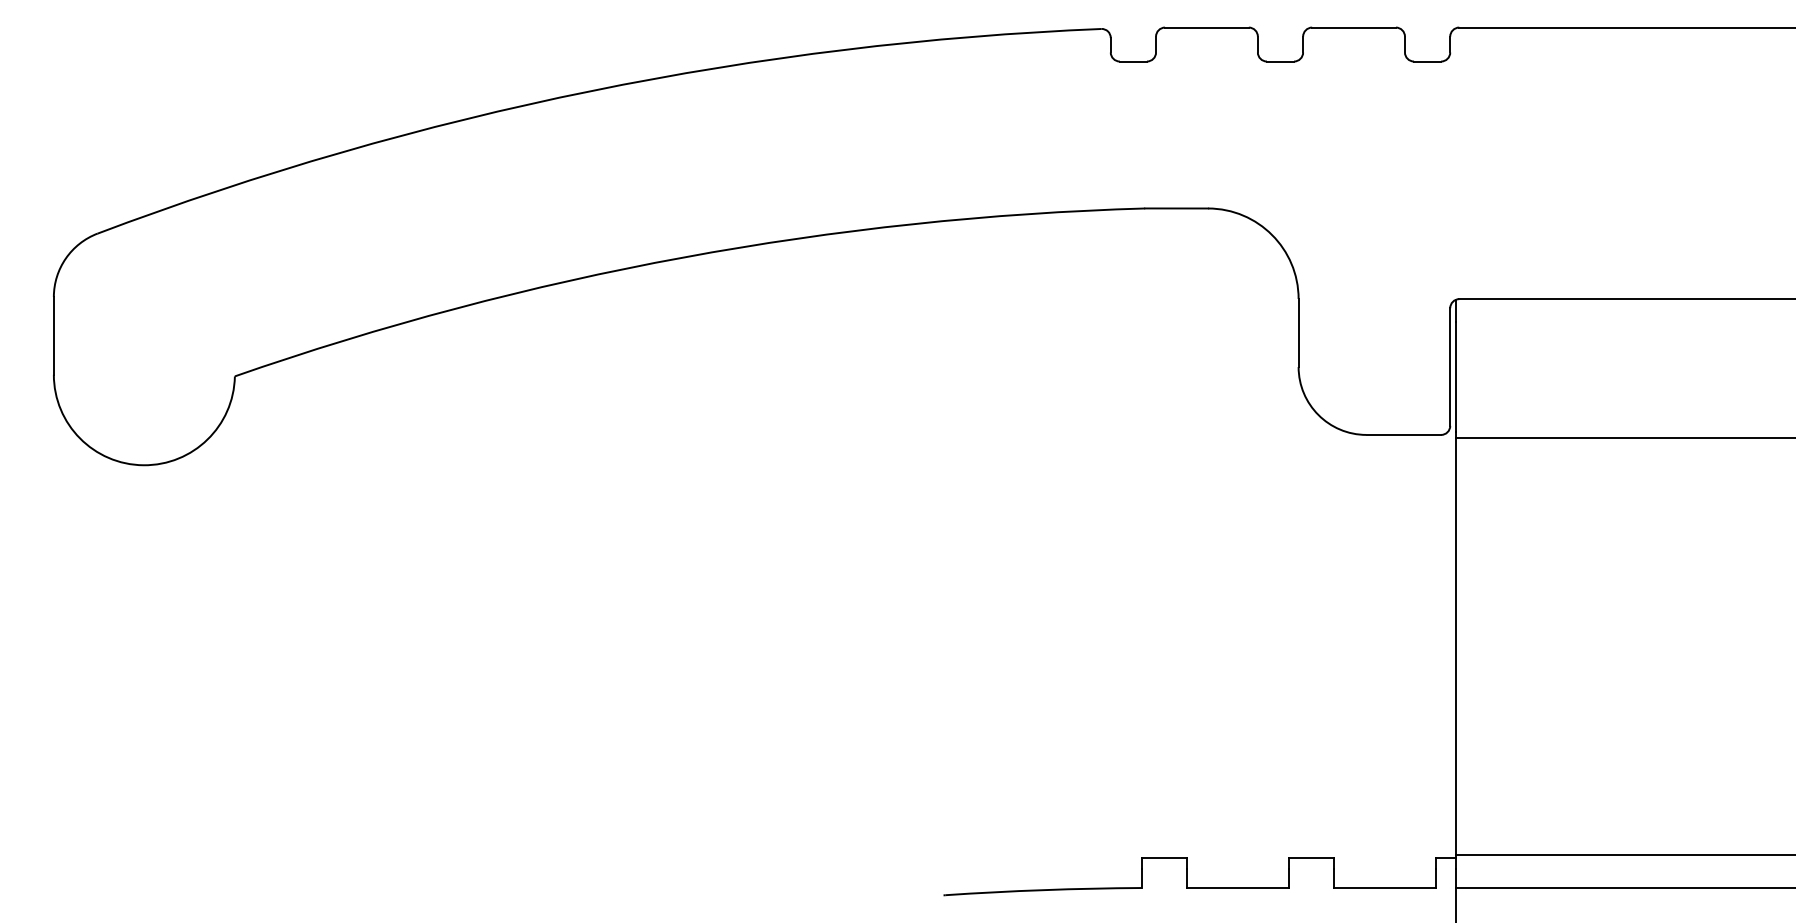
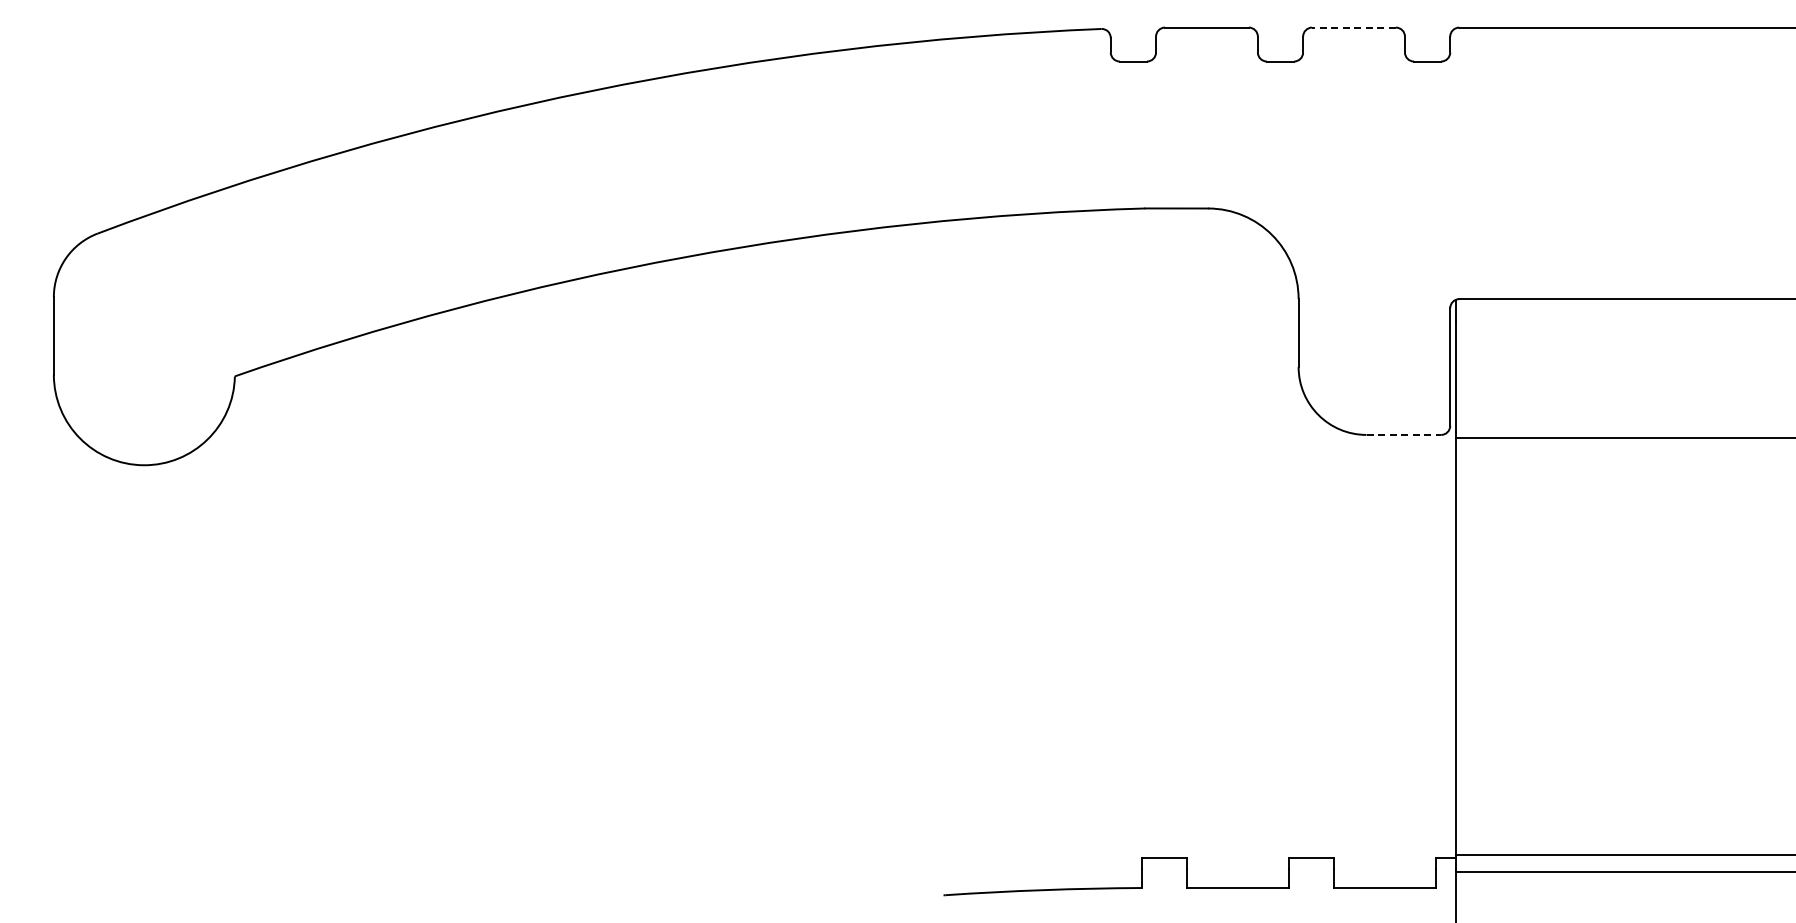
line at (1354, 27): solid -> dashed
line at (1404, 434): solid -> dashed
line at (1623, 887) position: (1623, 887) -> (1623, 871)
